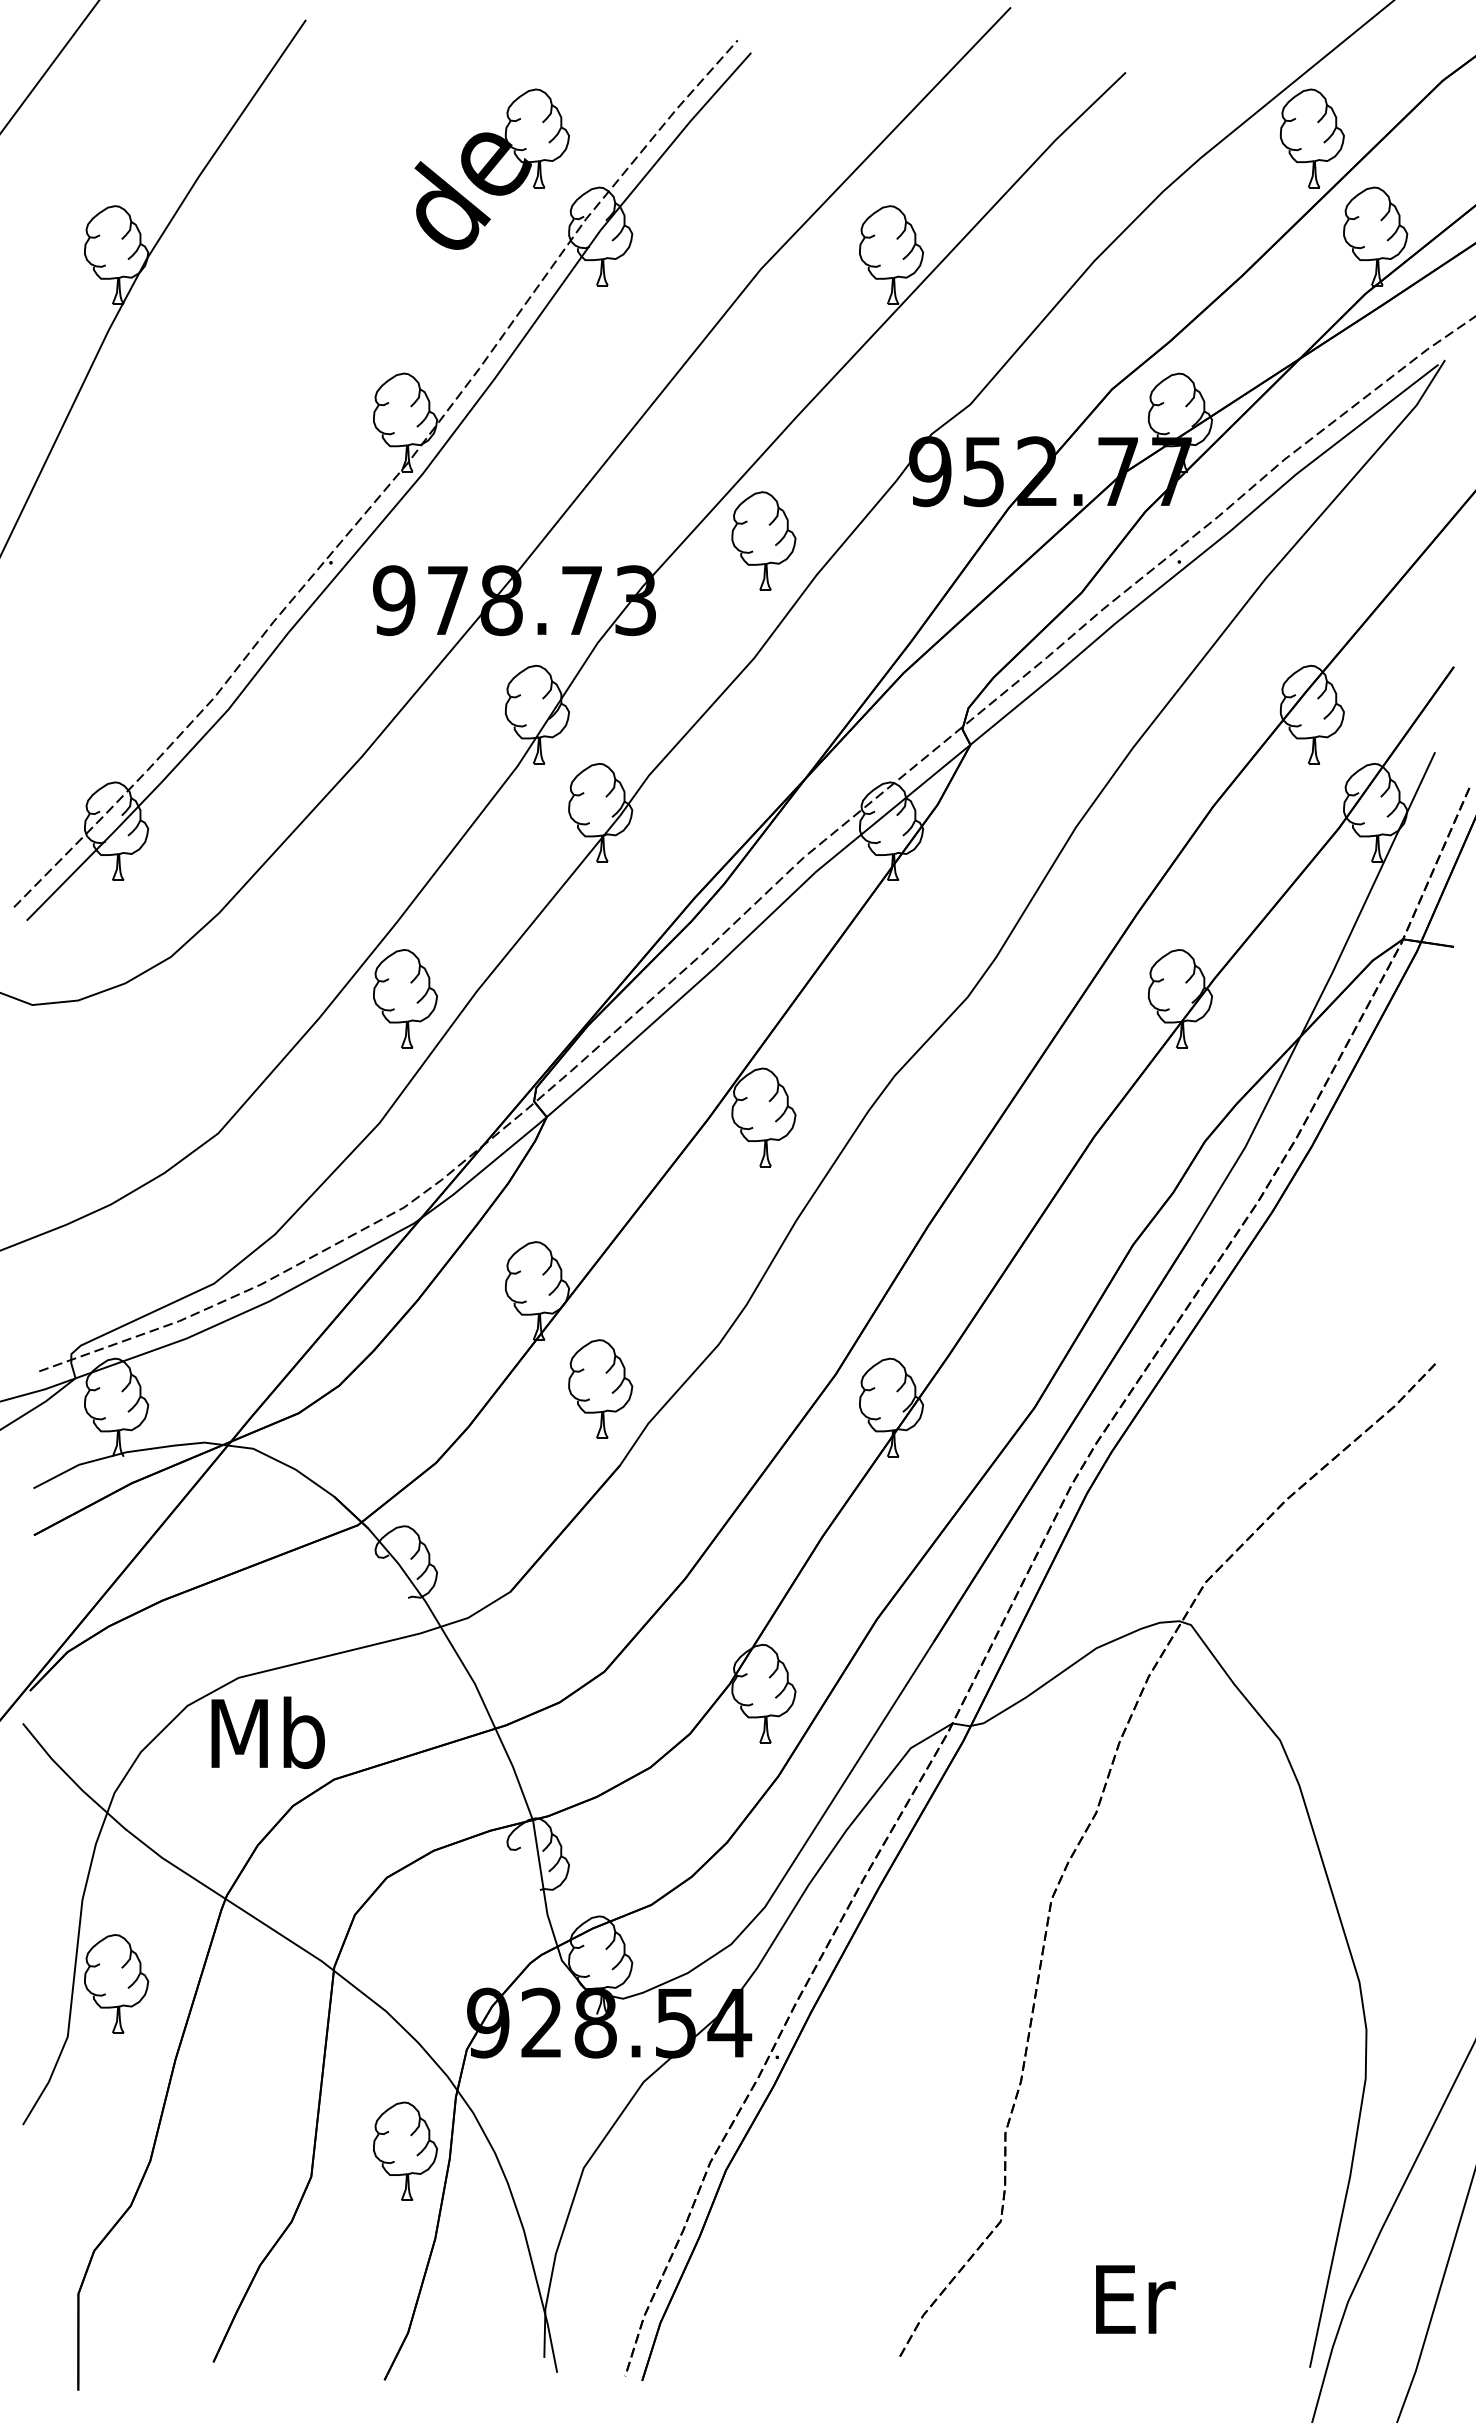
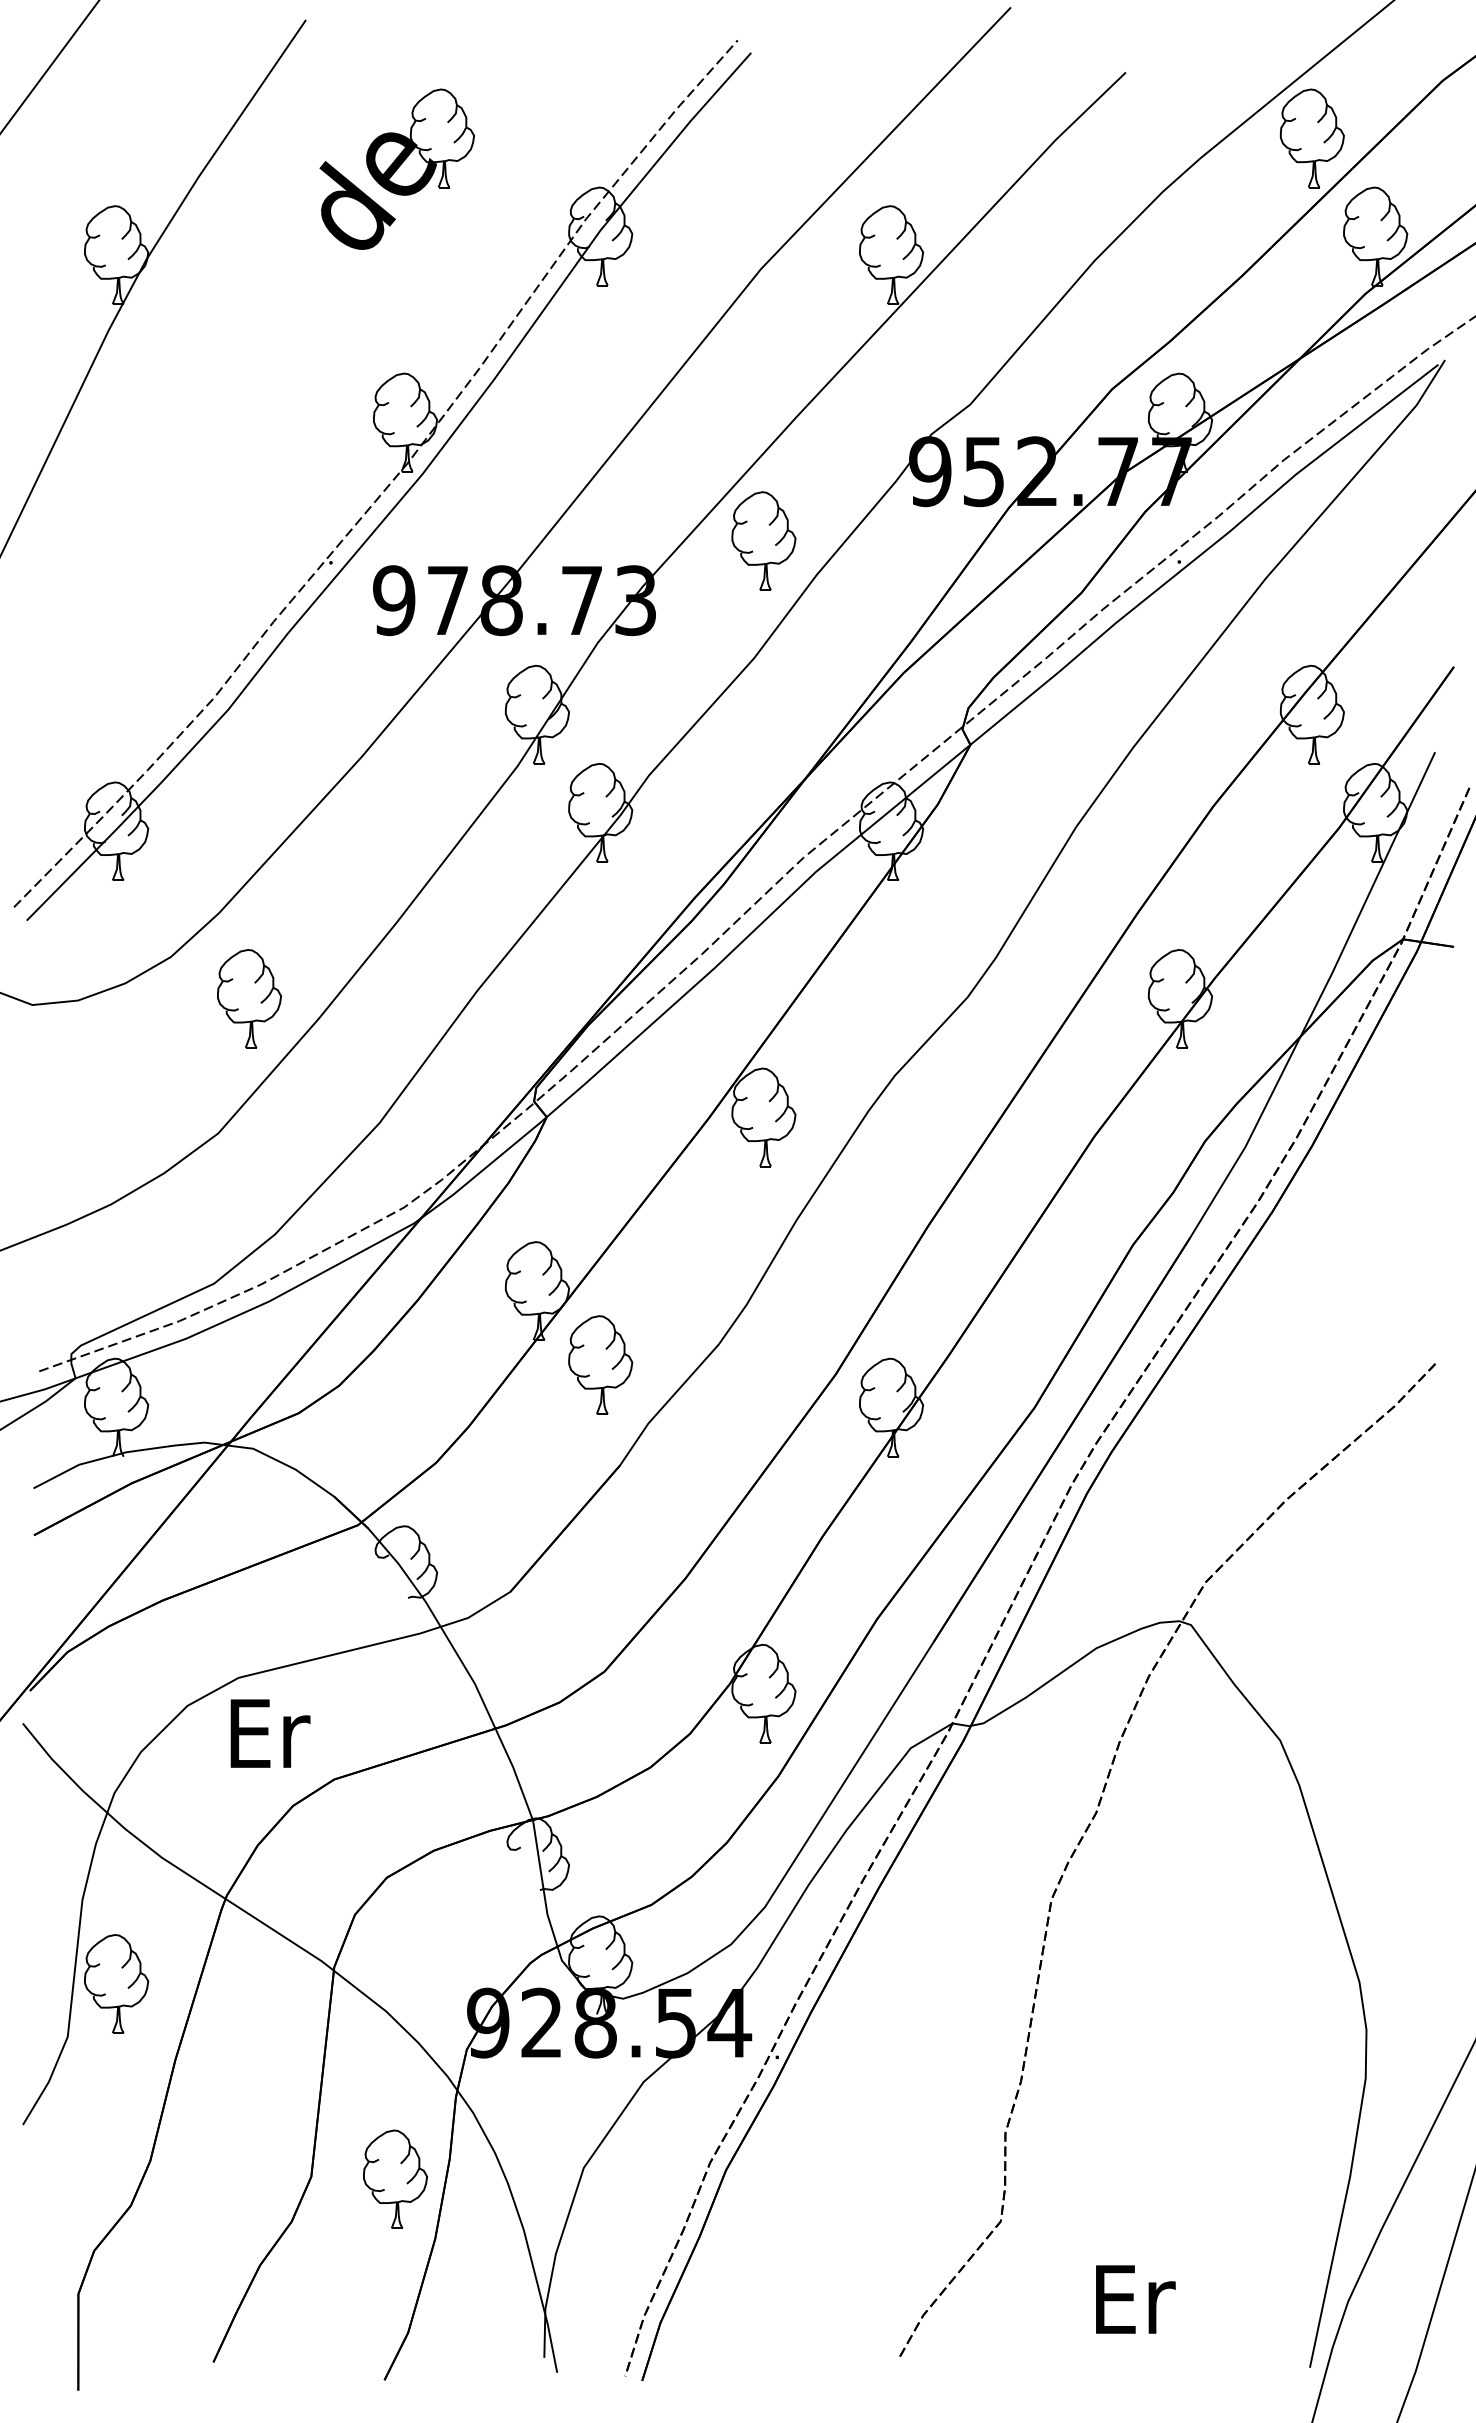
part at (491, 168) position: (491, 168) -> (396, 168)
part at (405, 998) position: (405, 998) -> (249, 998)
part at (600, 1388) position: (600, 1388) -> (600, 1364)
text at (267, 1732): Mb -> Er
part at (405, 2150) position: (405, 2150) -> (395, 2178)
